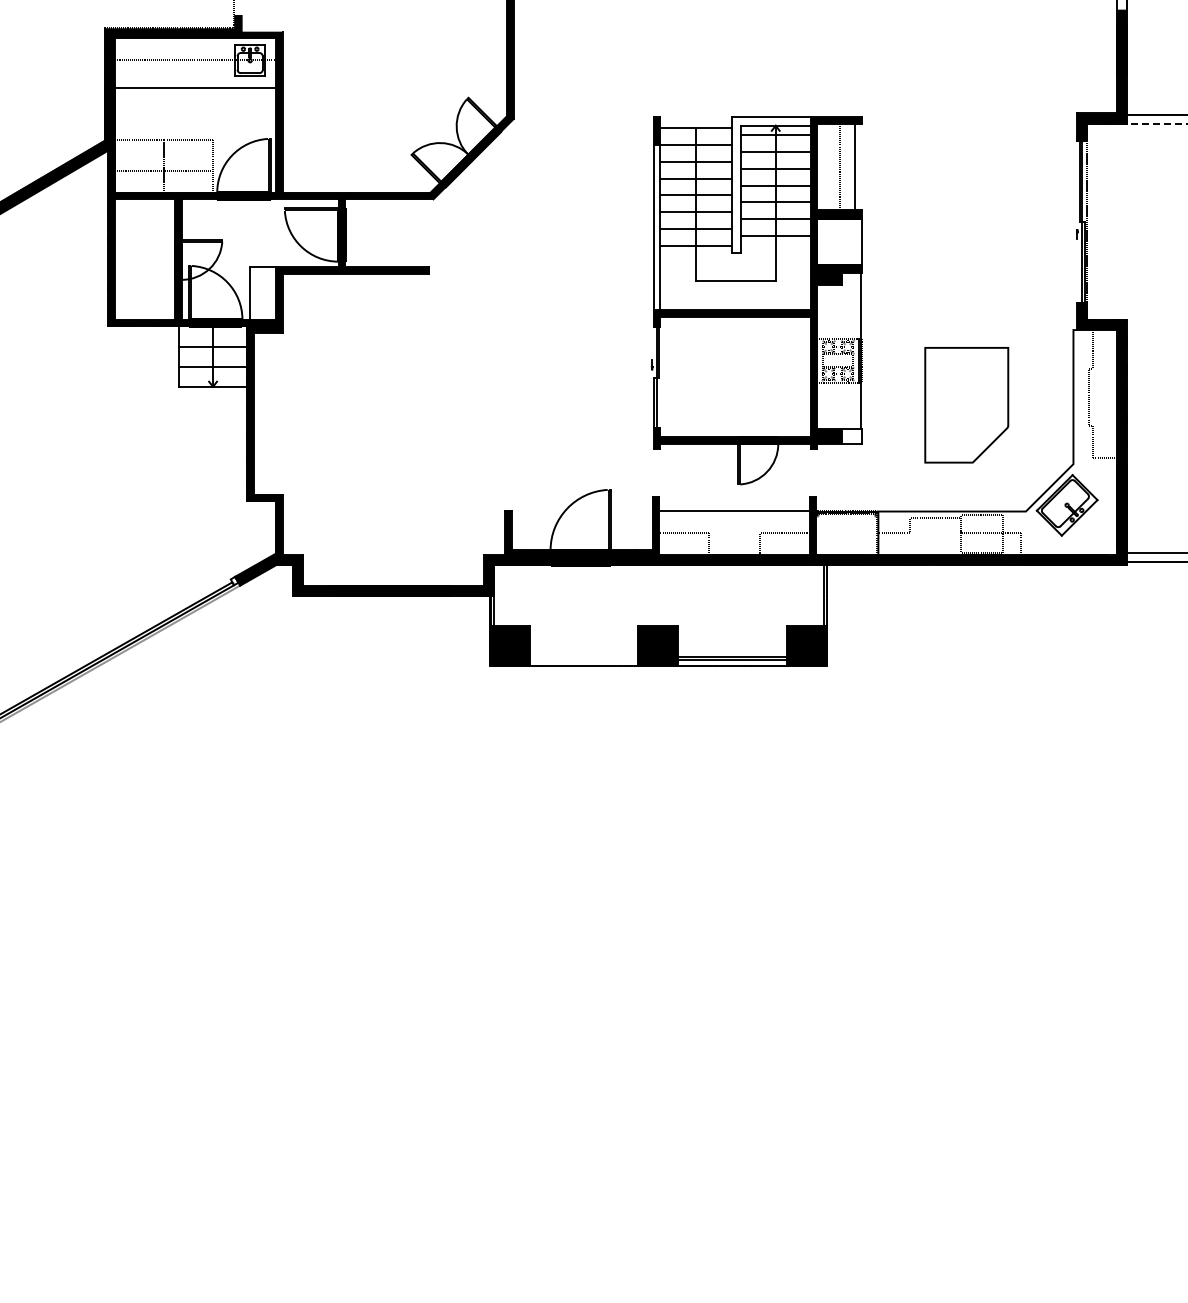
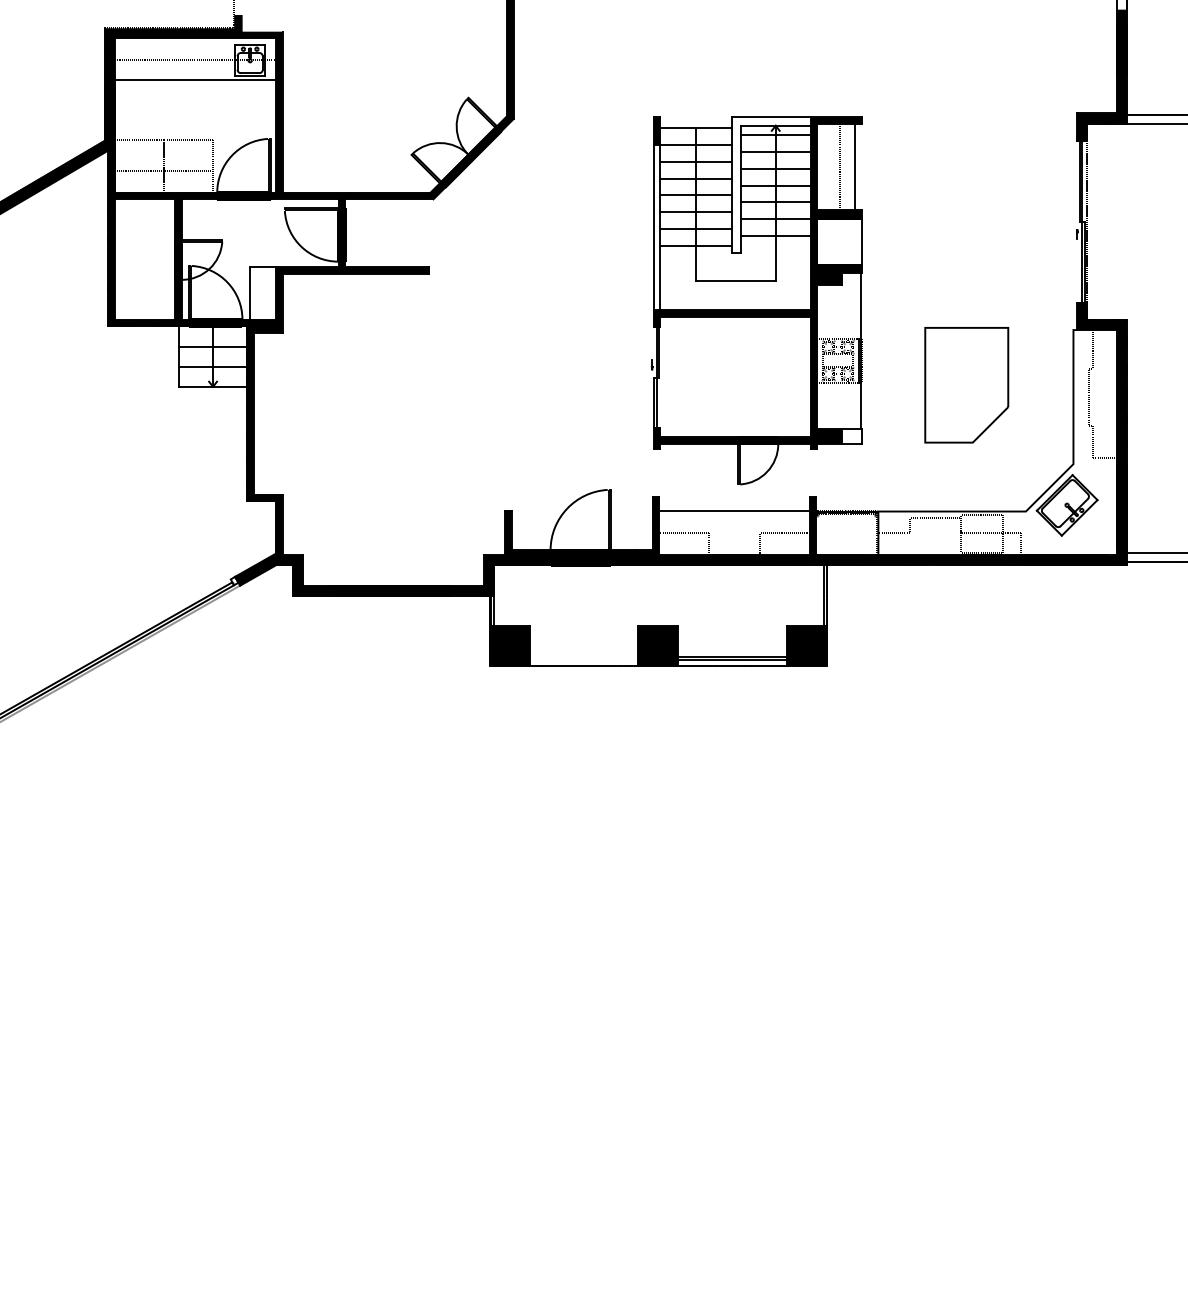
line at (194, 88) position: (194, 88) -> (194, 80)
line at (1156, 123): dashed -> solid
part at (966, 405) position: (966, 405) -> (966, 385)
